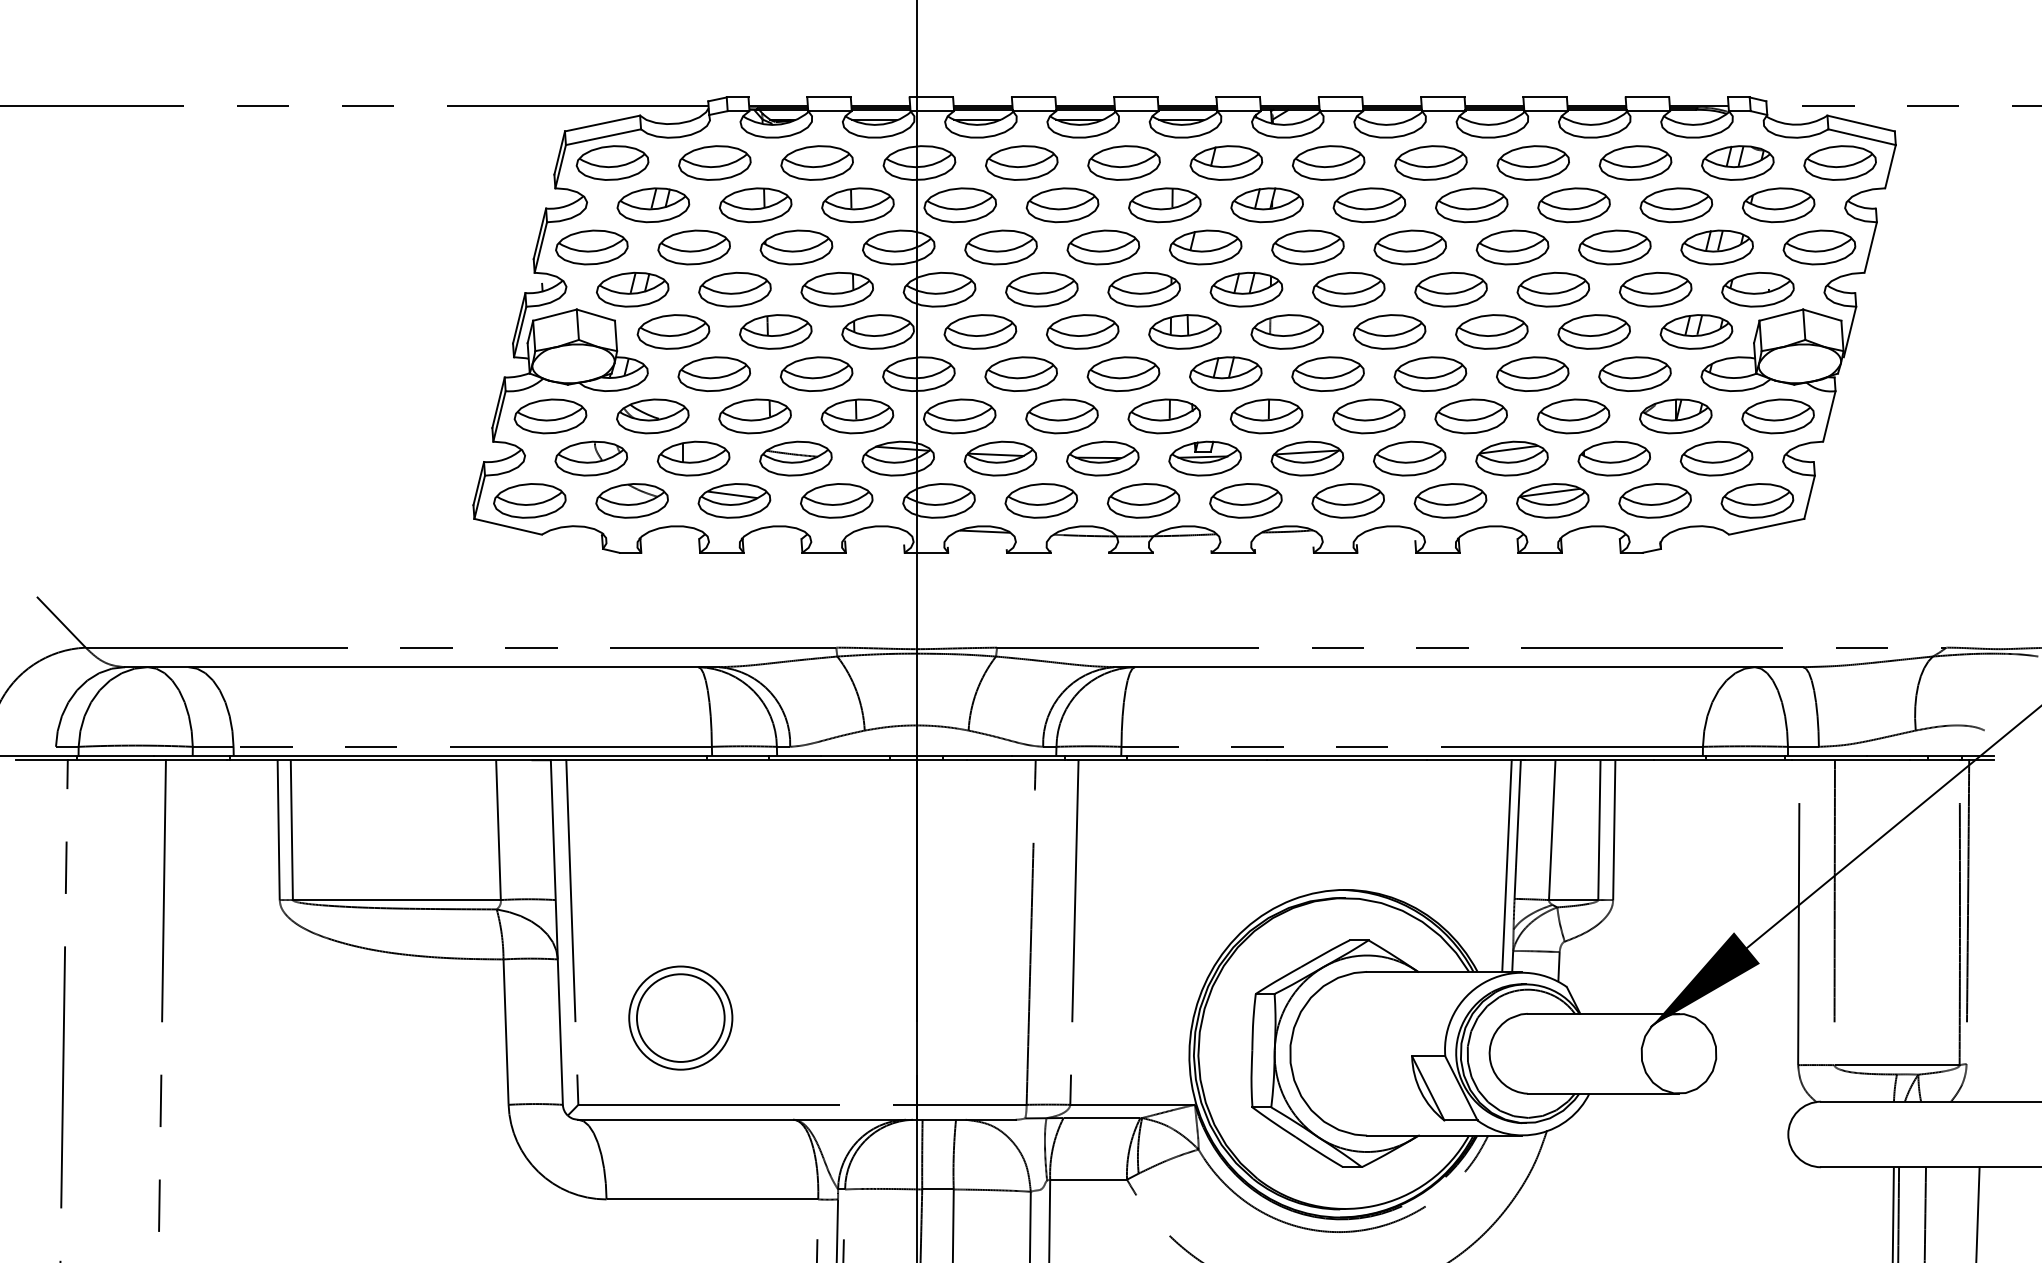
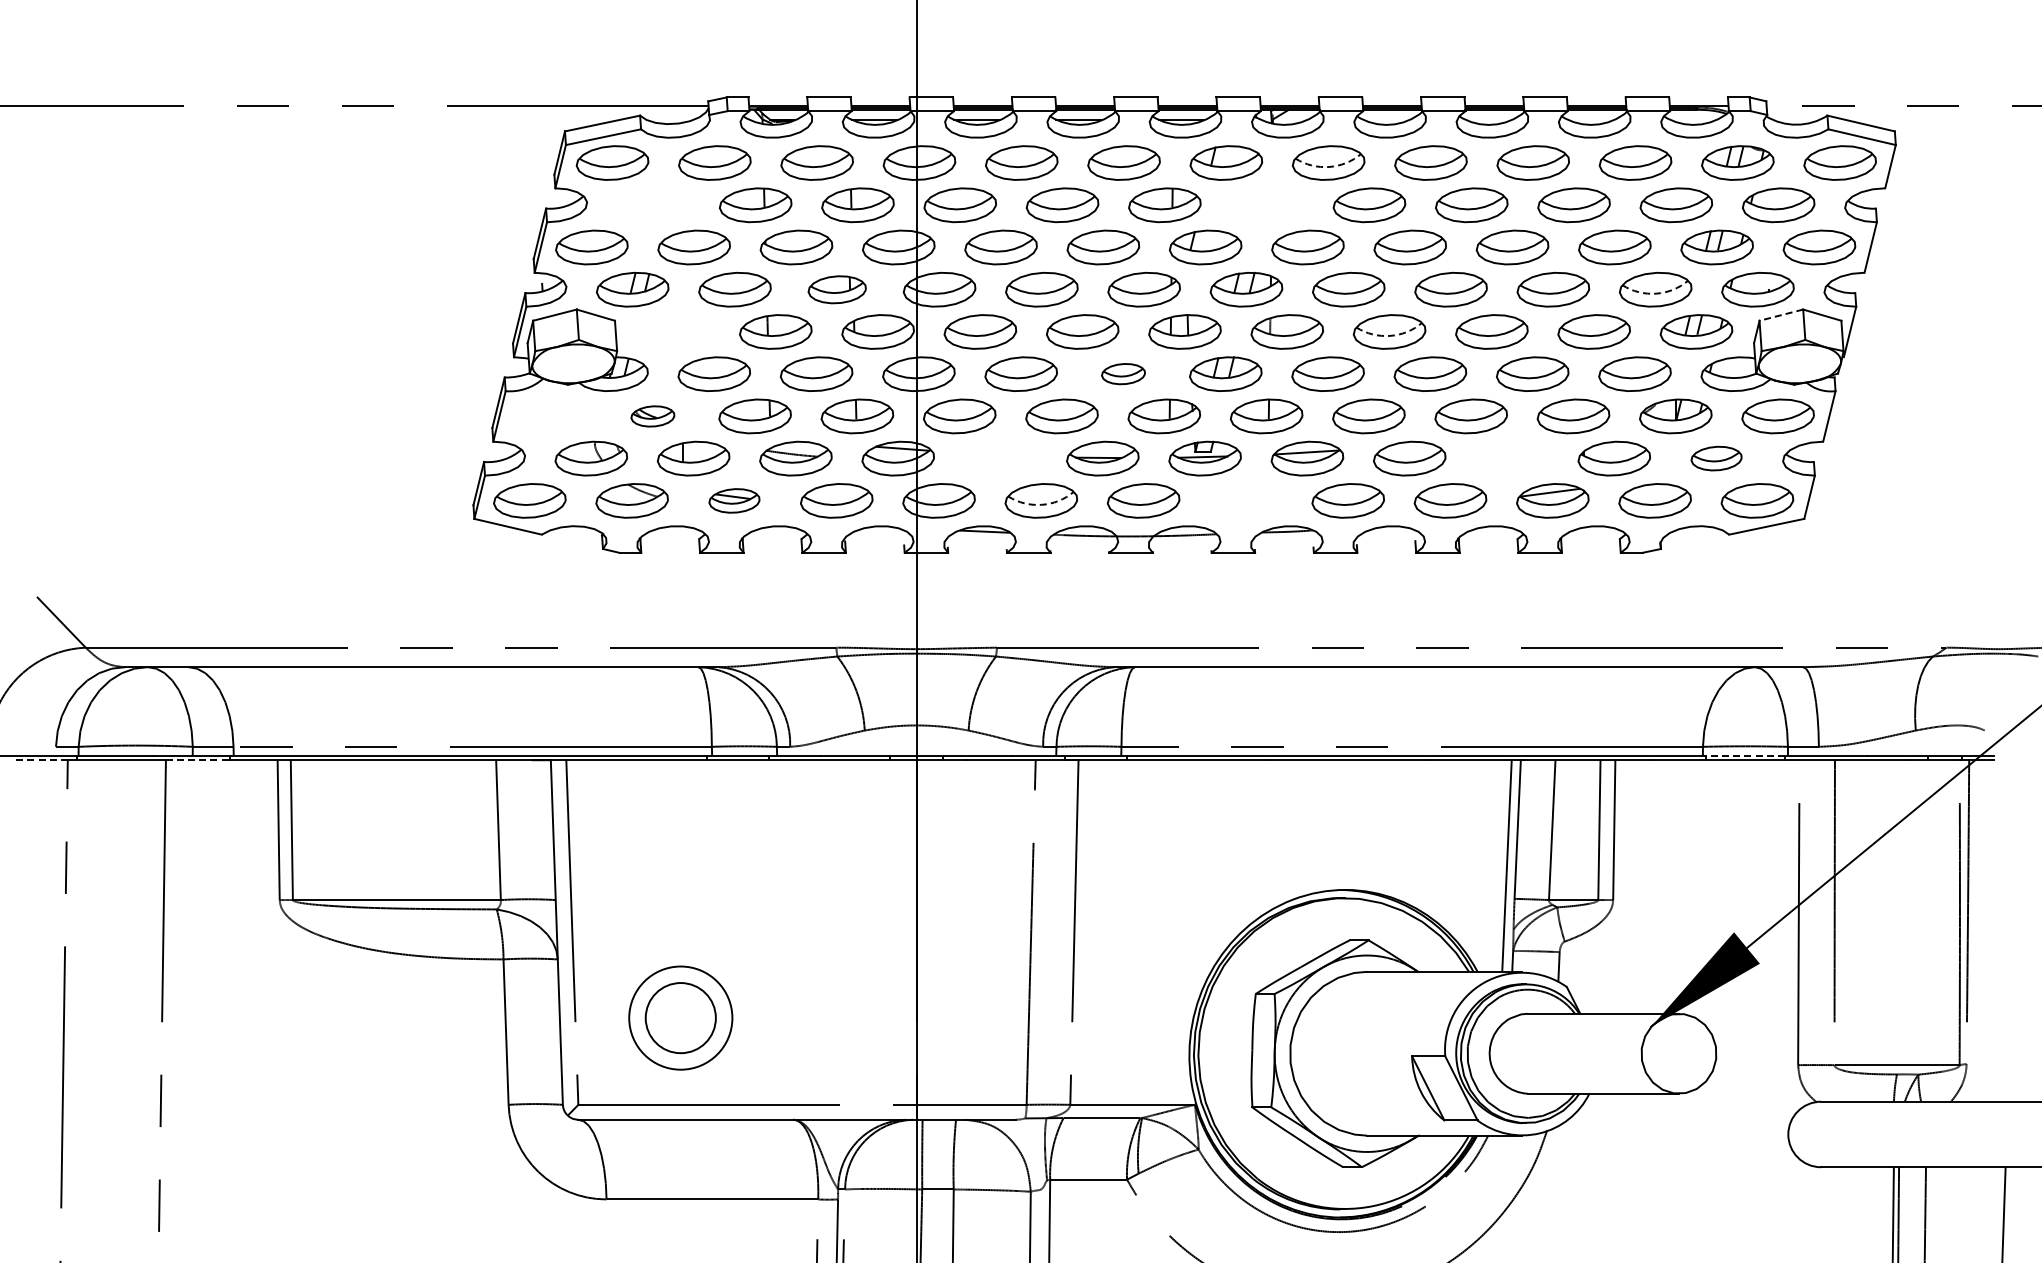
arc at (1329, 167): solid -> dashed
part at (653, 205): present -> none
part at (1266, 205): present -> none
part at (836, 289) size: 74x36 px -> 60x30 px
arc at (1656, 293): solid -> dashed
line at (1781, 315): solid -> dashed
part at (673, 331): present -> none
arc at (1389, 335): solid -> dashed
part at (1123, 373) size: 75x36 px -> 45x23 px
part at (550, 416): present -> none
part at (652, 416) size: 74x37 px -> 46x23 px
part at (1000, 458): present -> none
part at (1511, 458): present -> none
part at (1716, 458) size: 75x37 px -> 53x27 px
part at (734, 500) size: 75x36 px -> 53x26 px
part at (1245, 500): present -> none
arc at (1041, 504): solid -> dashed
line at (1744, 755): solid -> dashed
line at (42, 760): solid -> dashed
line at (196, 760): solid -> dashed
circle at (680, 1017) diameter: 88 px -> 70 px
line at (1977, 1213) position: (1977, 1213) -> (2003, 1213)
